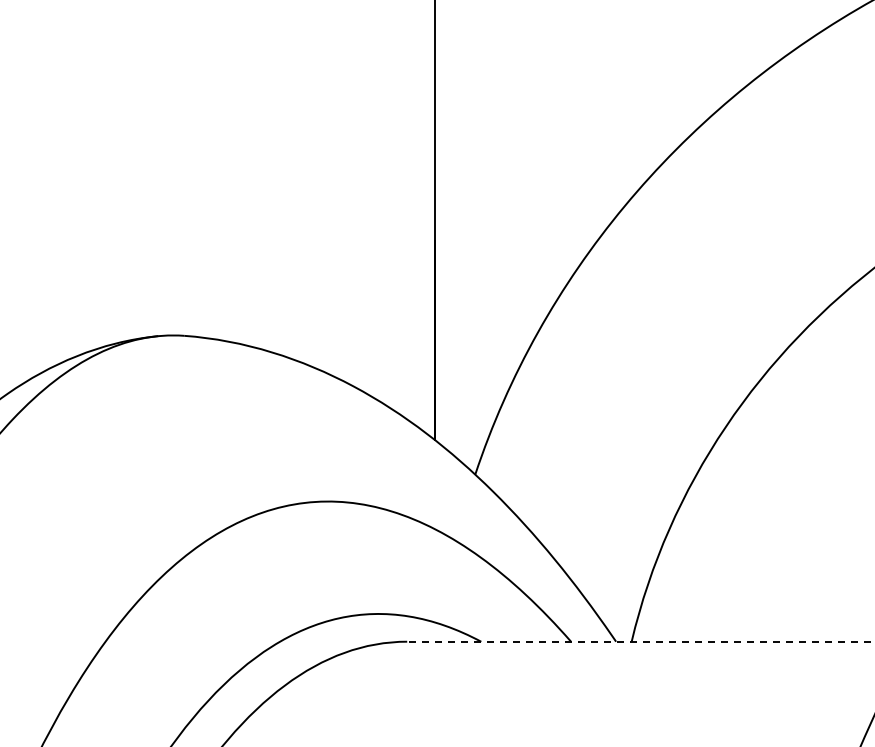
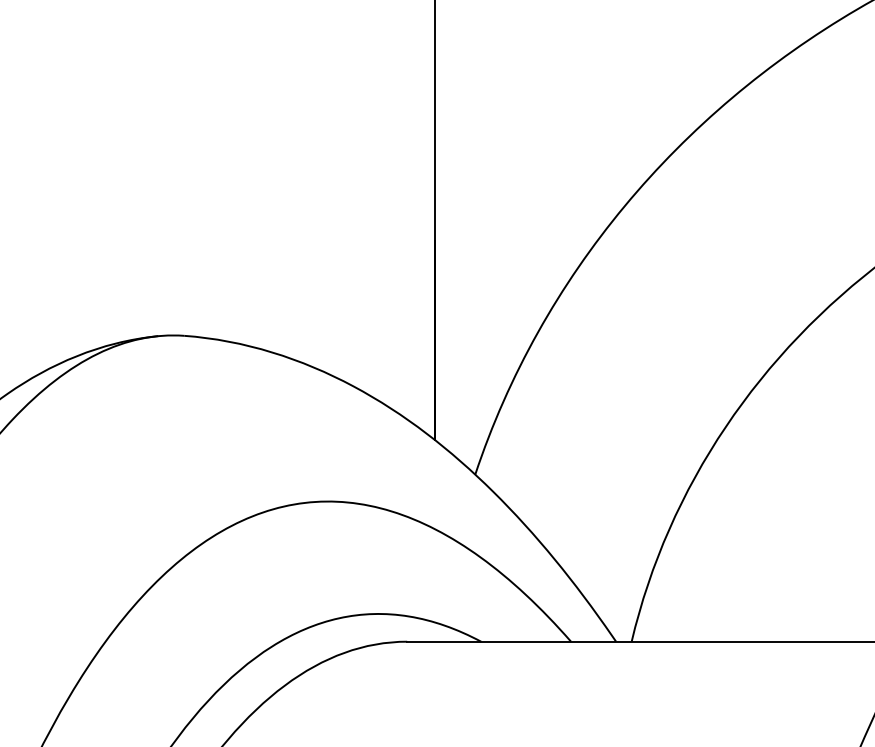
line at (640, 641): dashed -> solid
